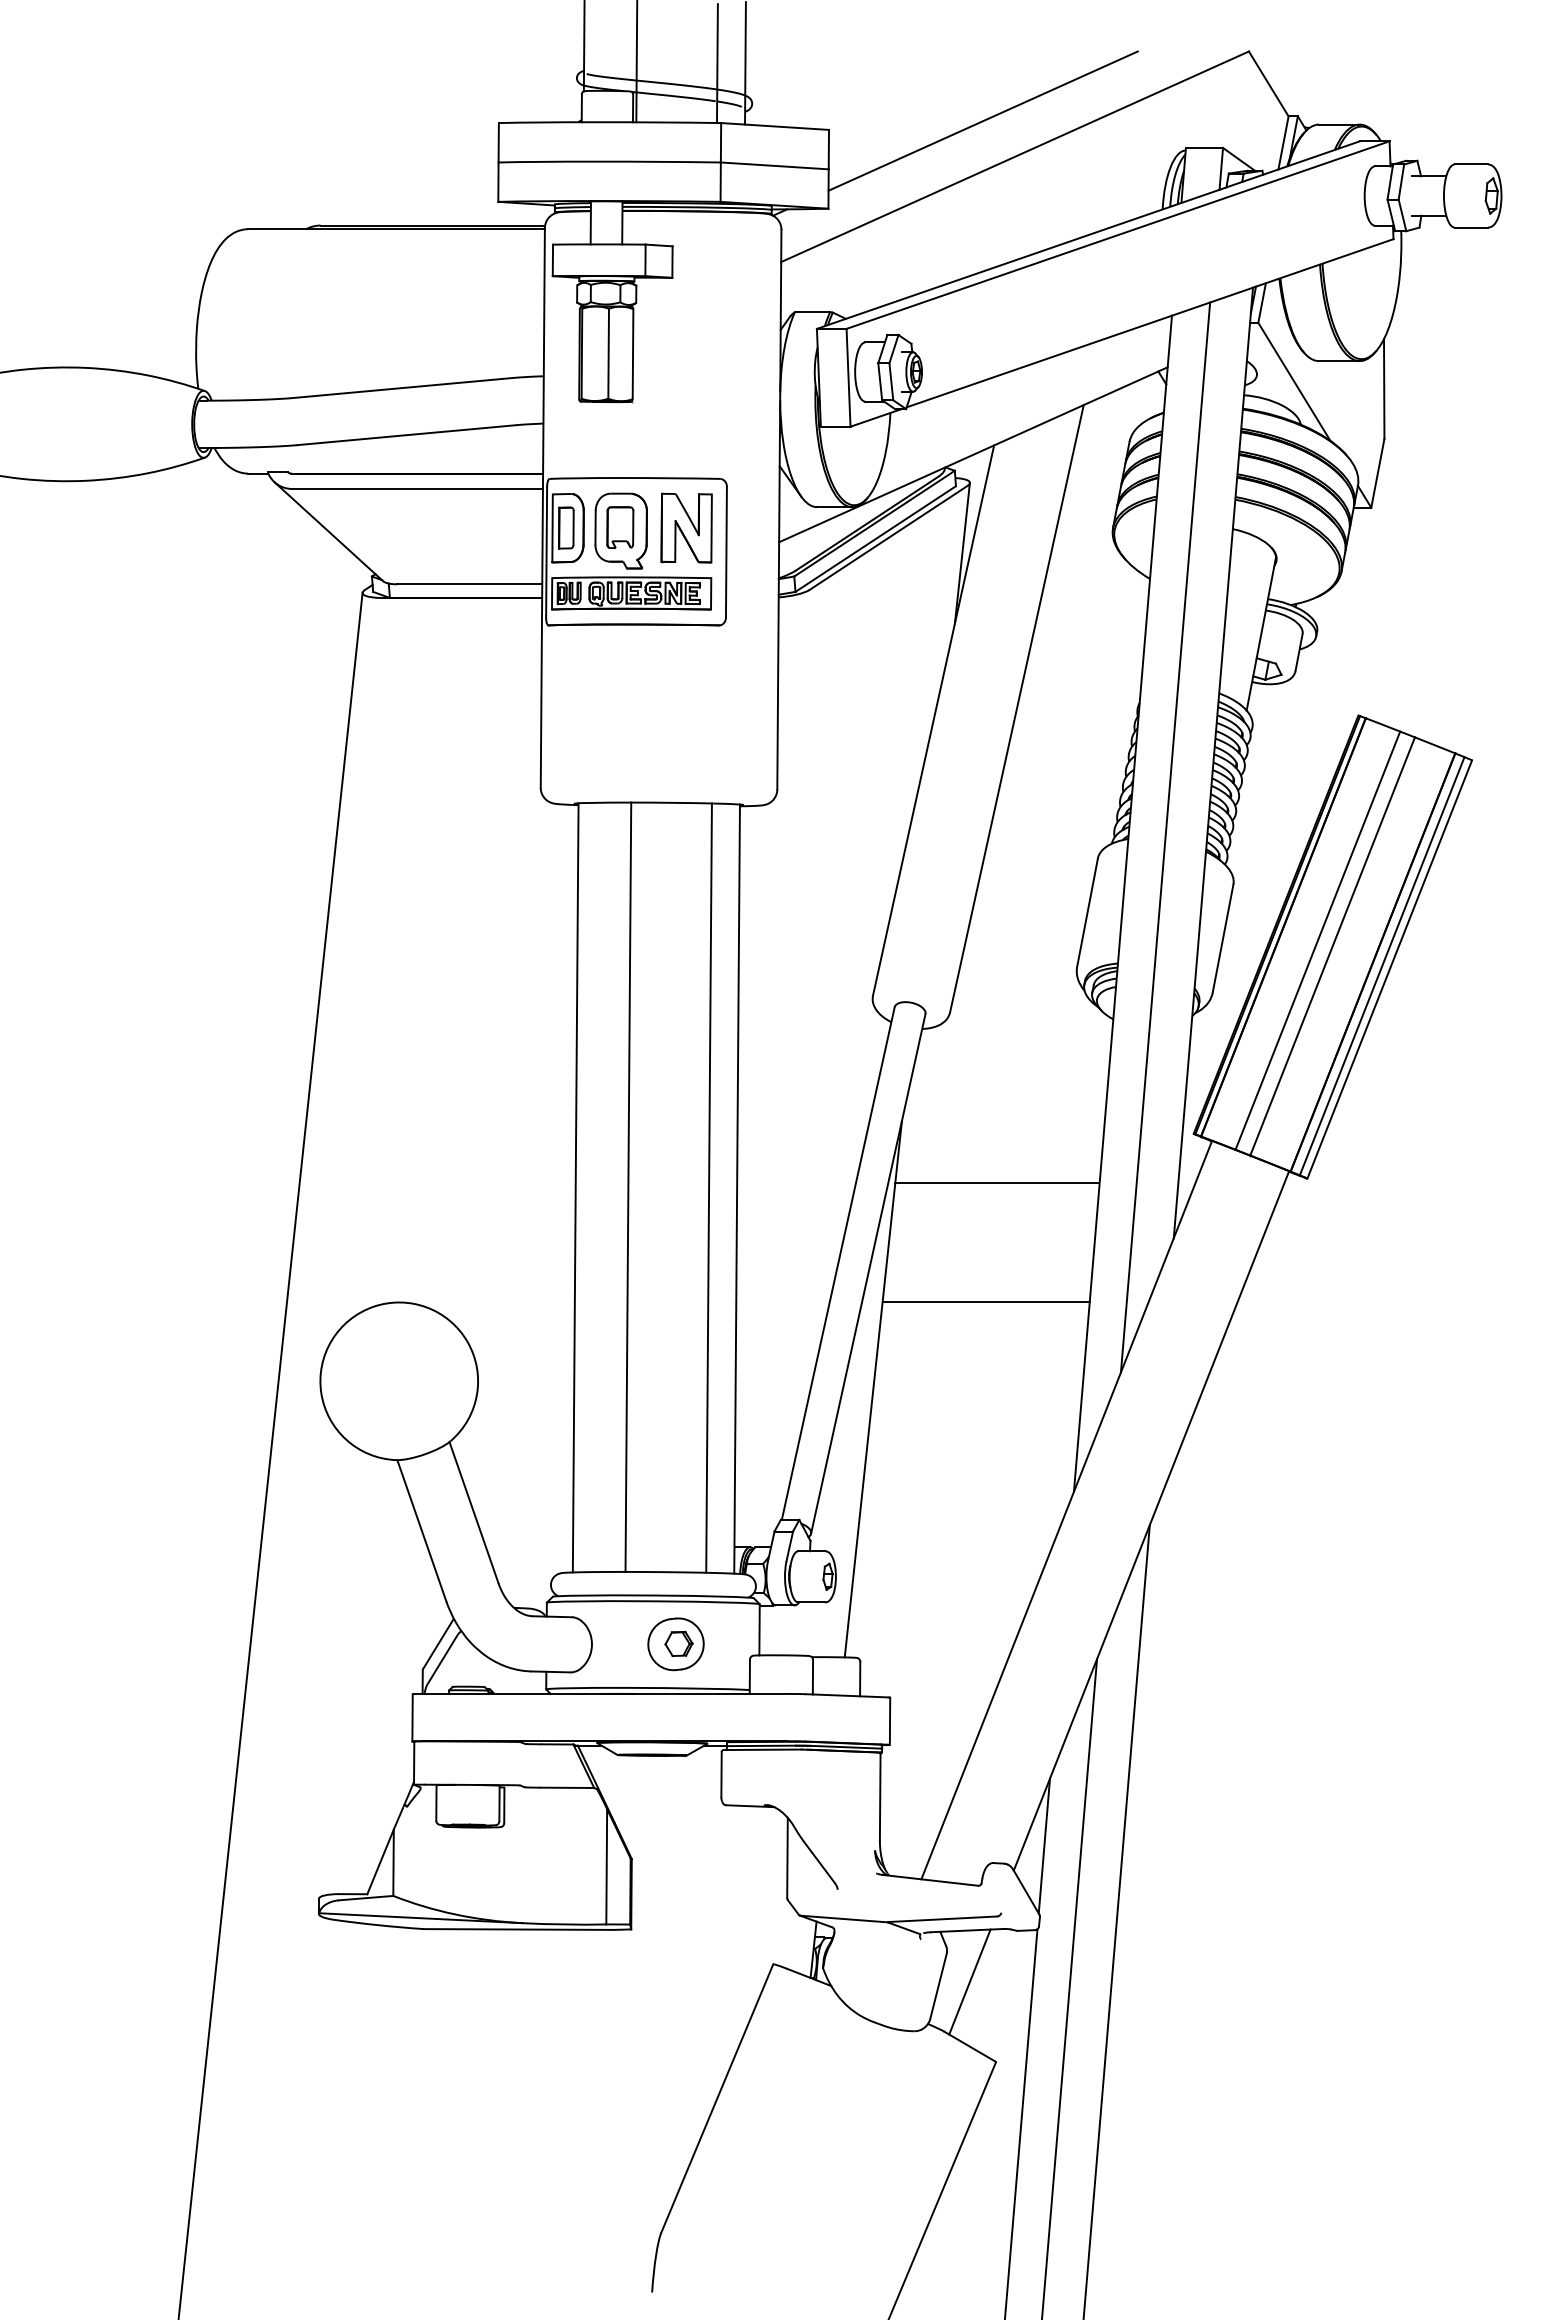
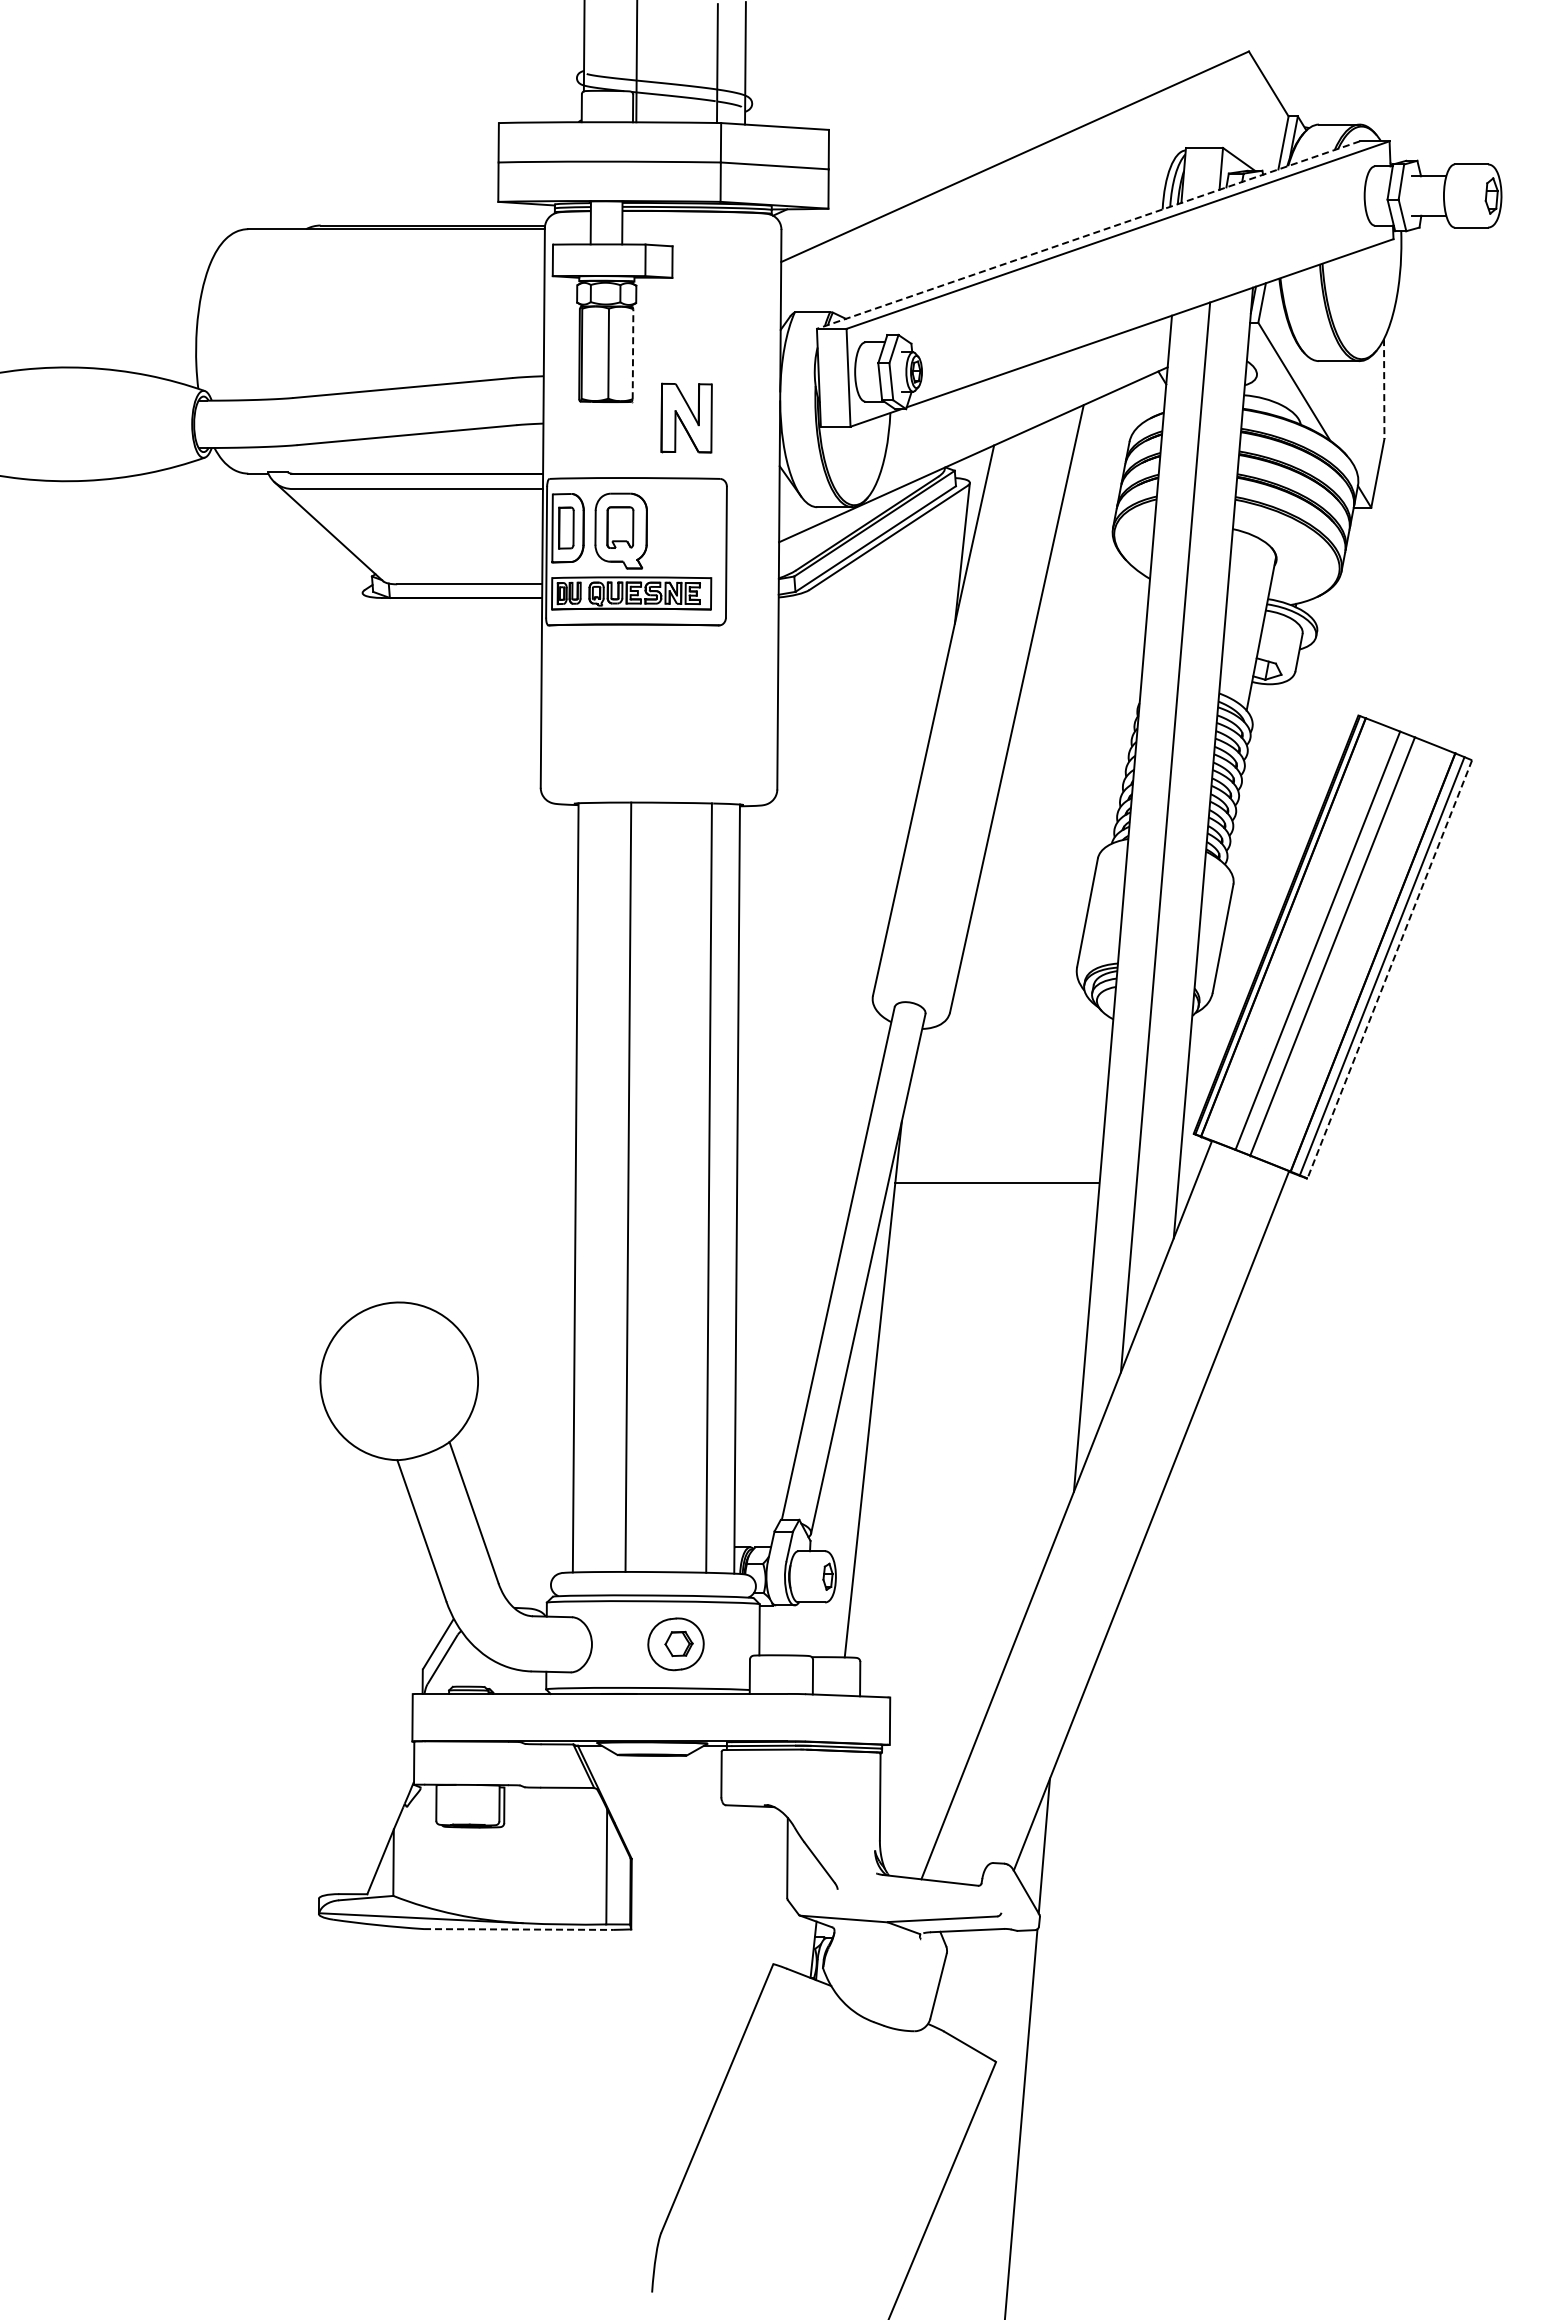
line at (982, 120): present -> none
line at (1087, 235): solid -> dashed
line at (633, 353): solid -> dashed
line at (1384, 389): solid -> dashed
part at (686, 527) position: (686, 527) -> (686, 417)
line at (1389, 969): solid -> dashed
line at (985, 1301): present -> none
line at (270, 1454): present -> none
line at (1116, 1920): present -> none
line at (518, 1929): solid -> dashed
line at (969, 1981): present -> none
line at (1069, 1987): present -> none
